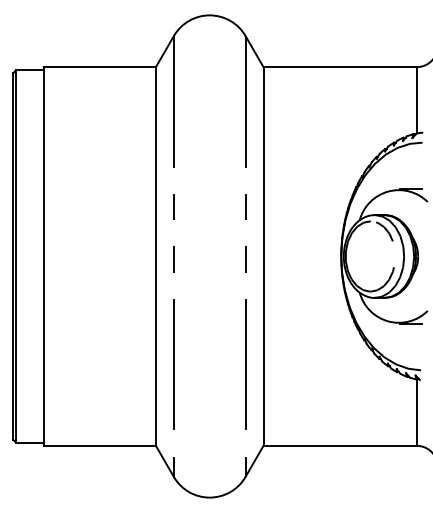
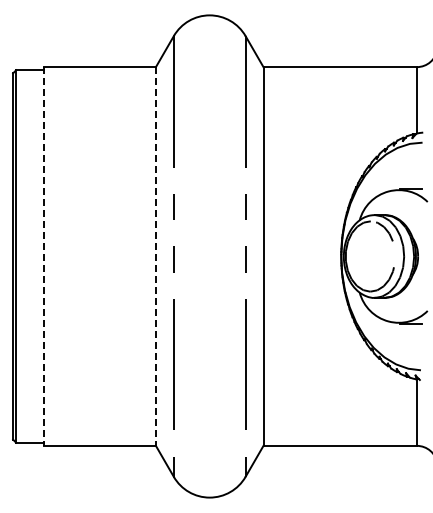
line at (44, 257): solid -> dashed
line at (155, 257): solid -> dashed
